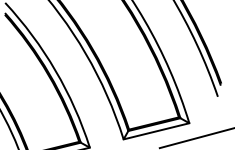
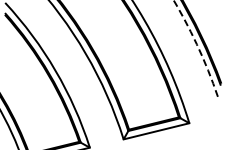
arc at (198, 47): solid -> dashed
line at (197, 137): present -> none
